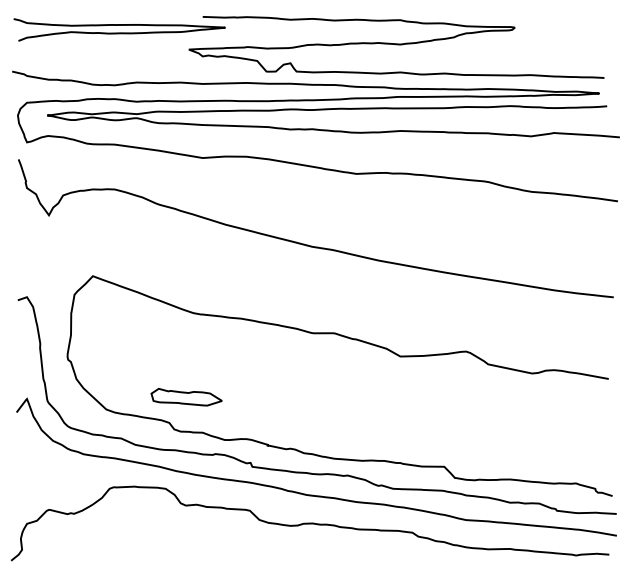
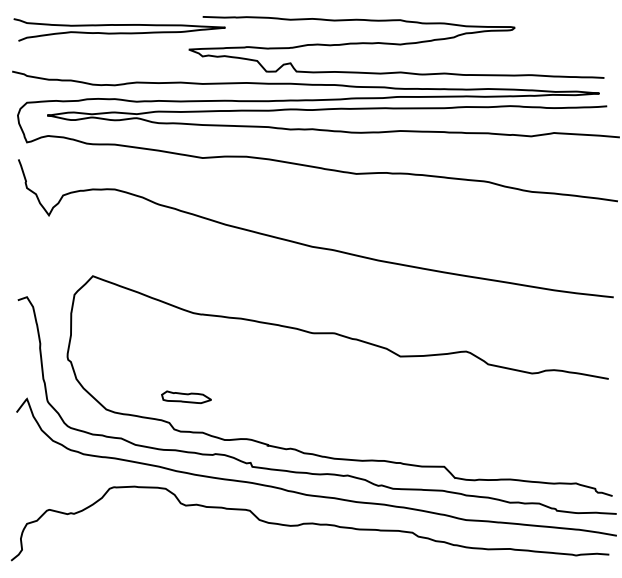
part at (186, 397) size: 73x19 px -> 51x14 px
